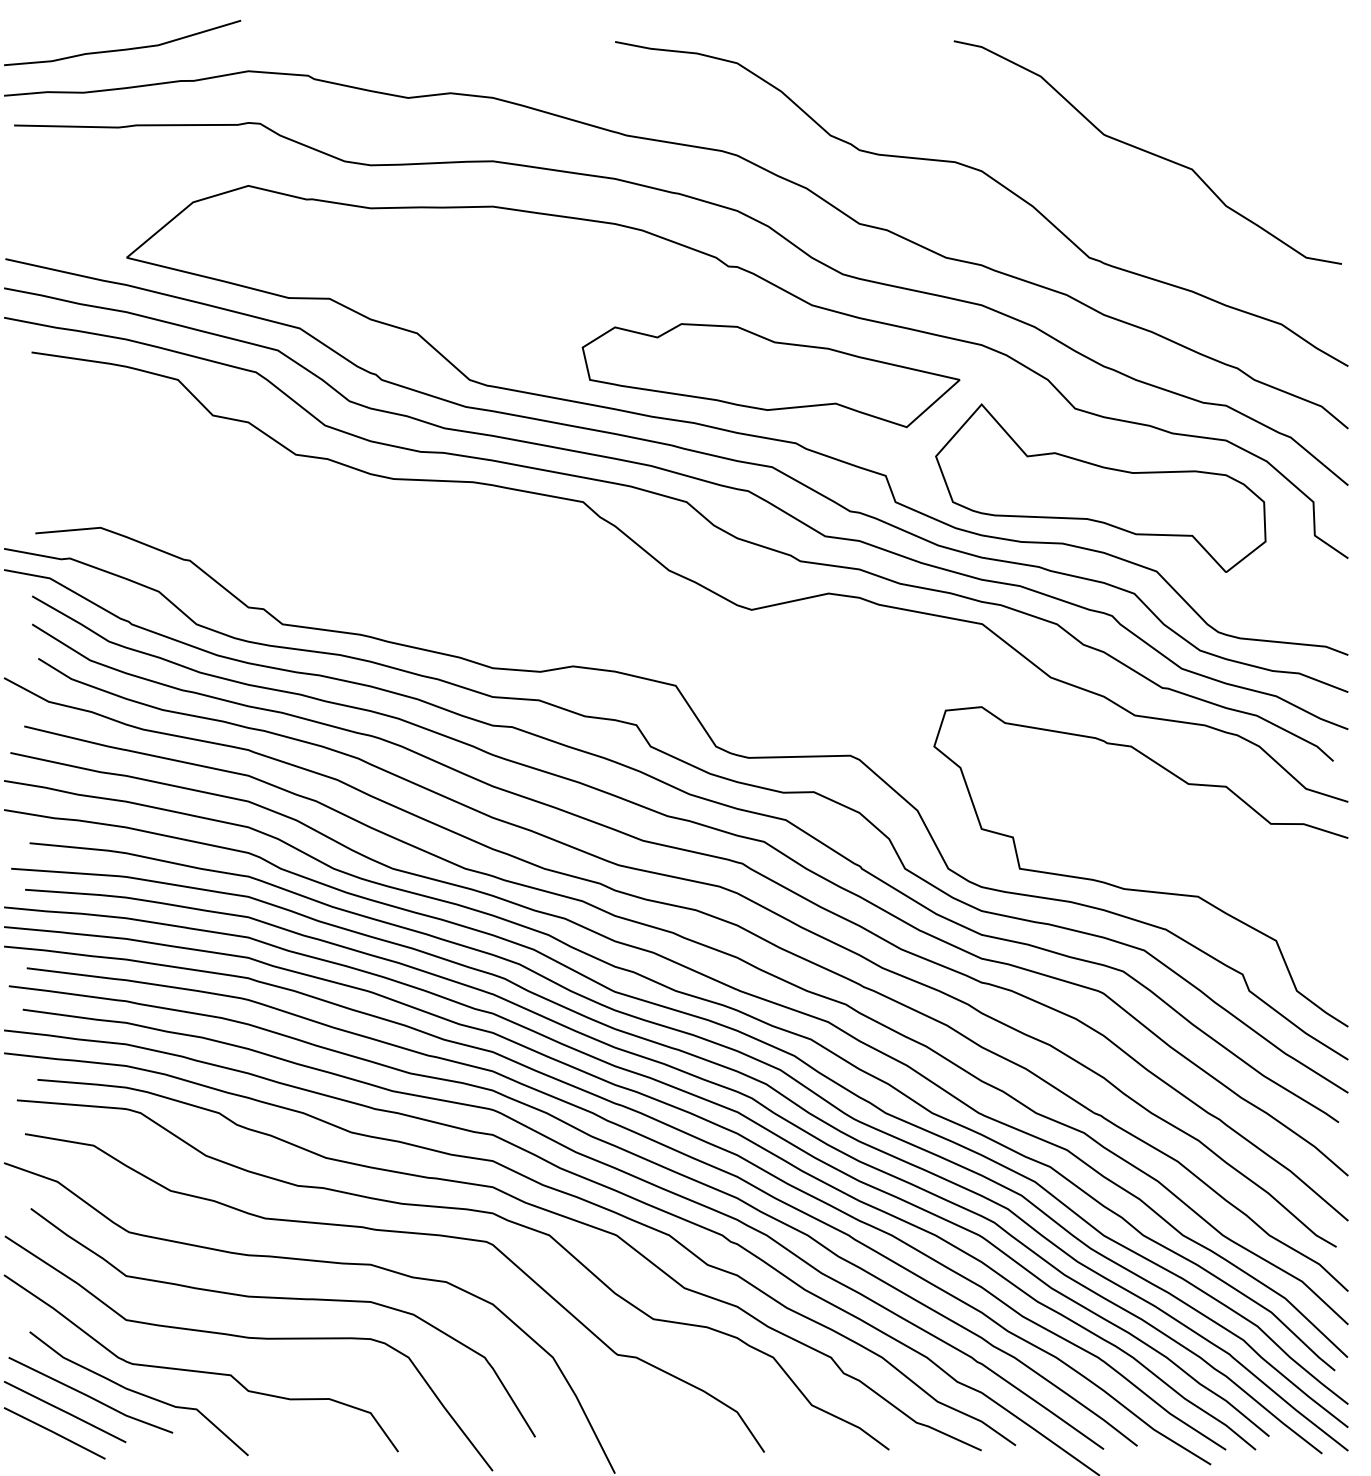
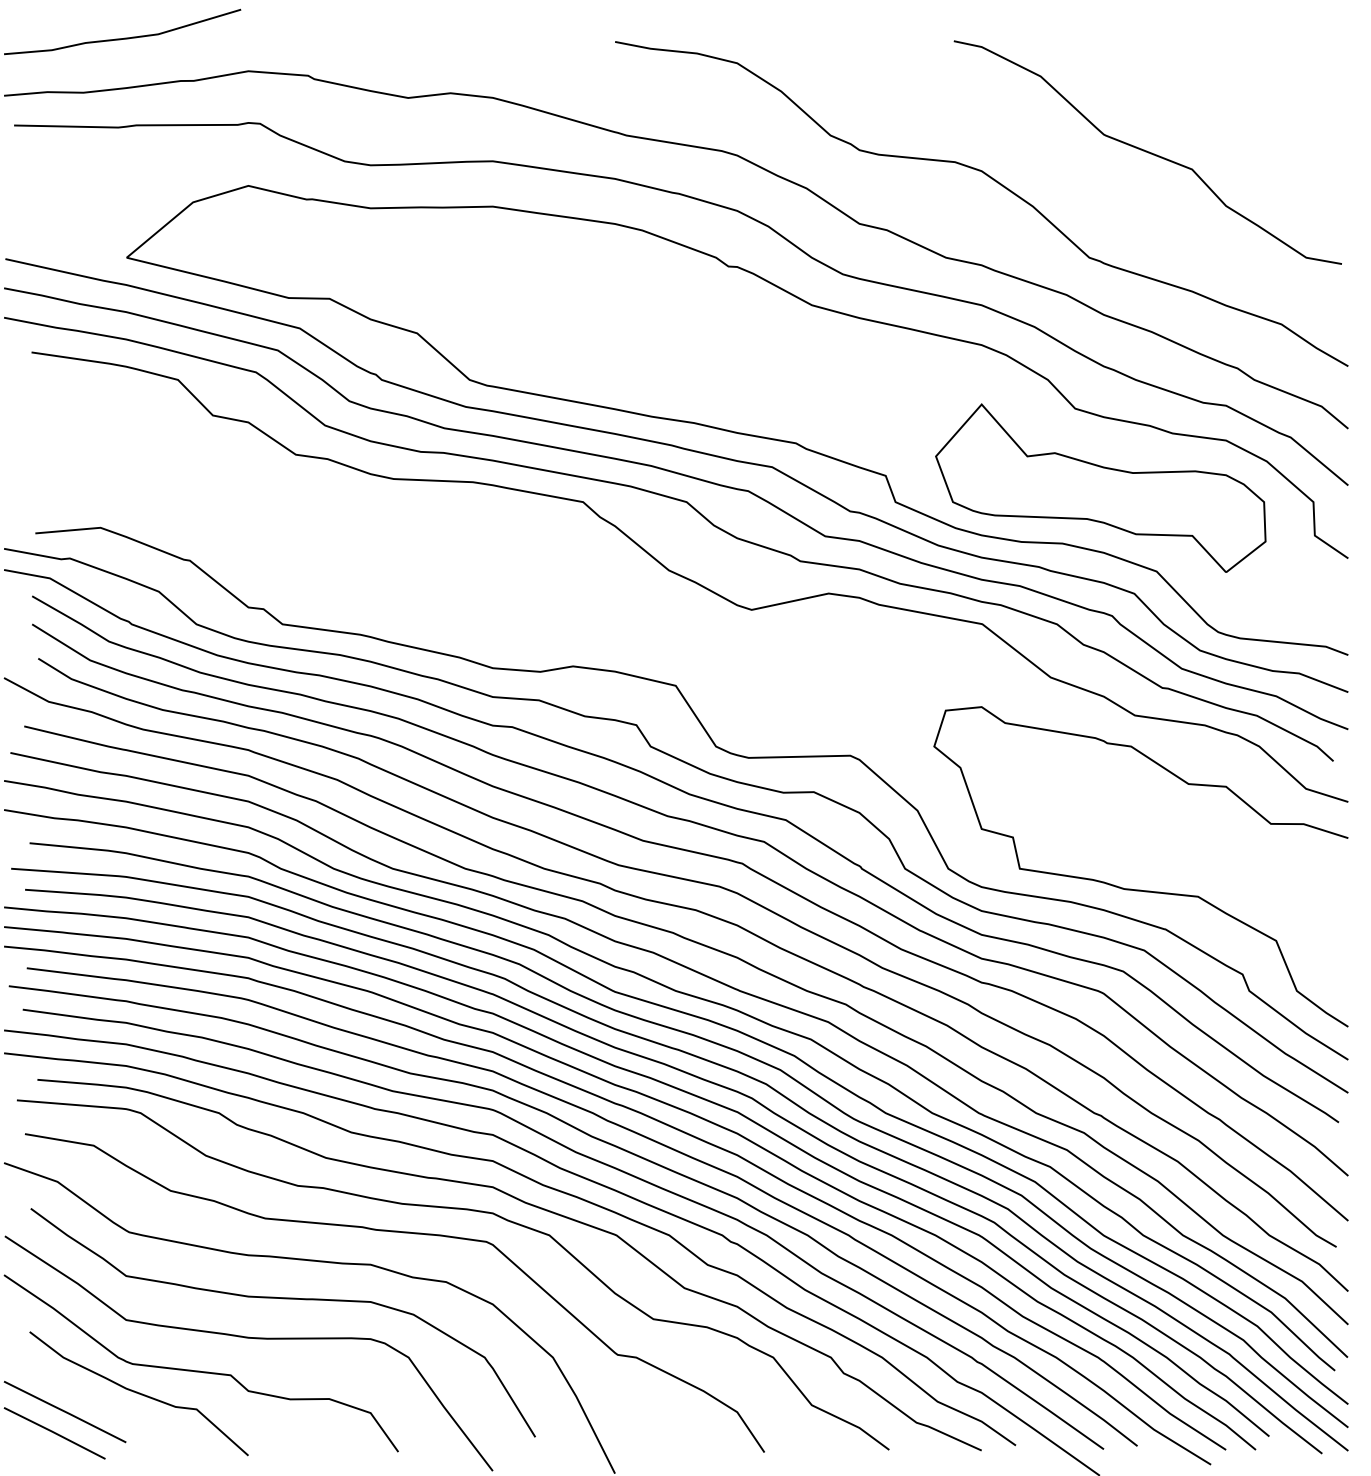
curve at (124, 48) position: (124, 48) -> (124, 37)
part at (770, 375): present -> none
line at (89, 1395): present -> none
